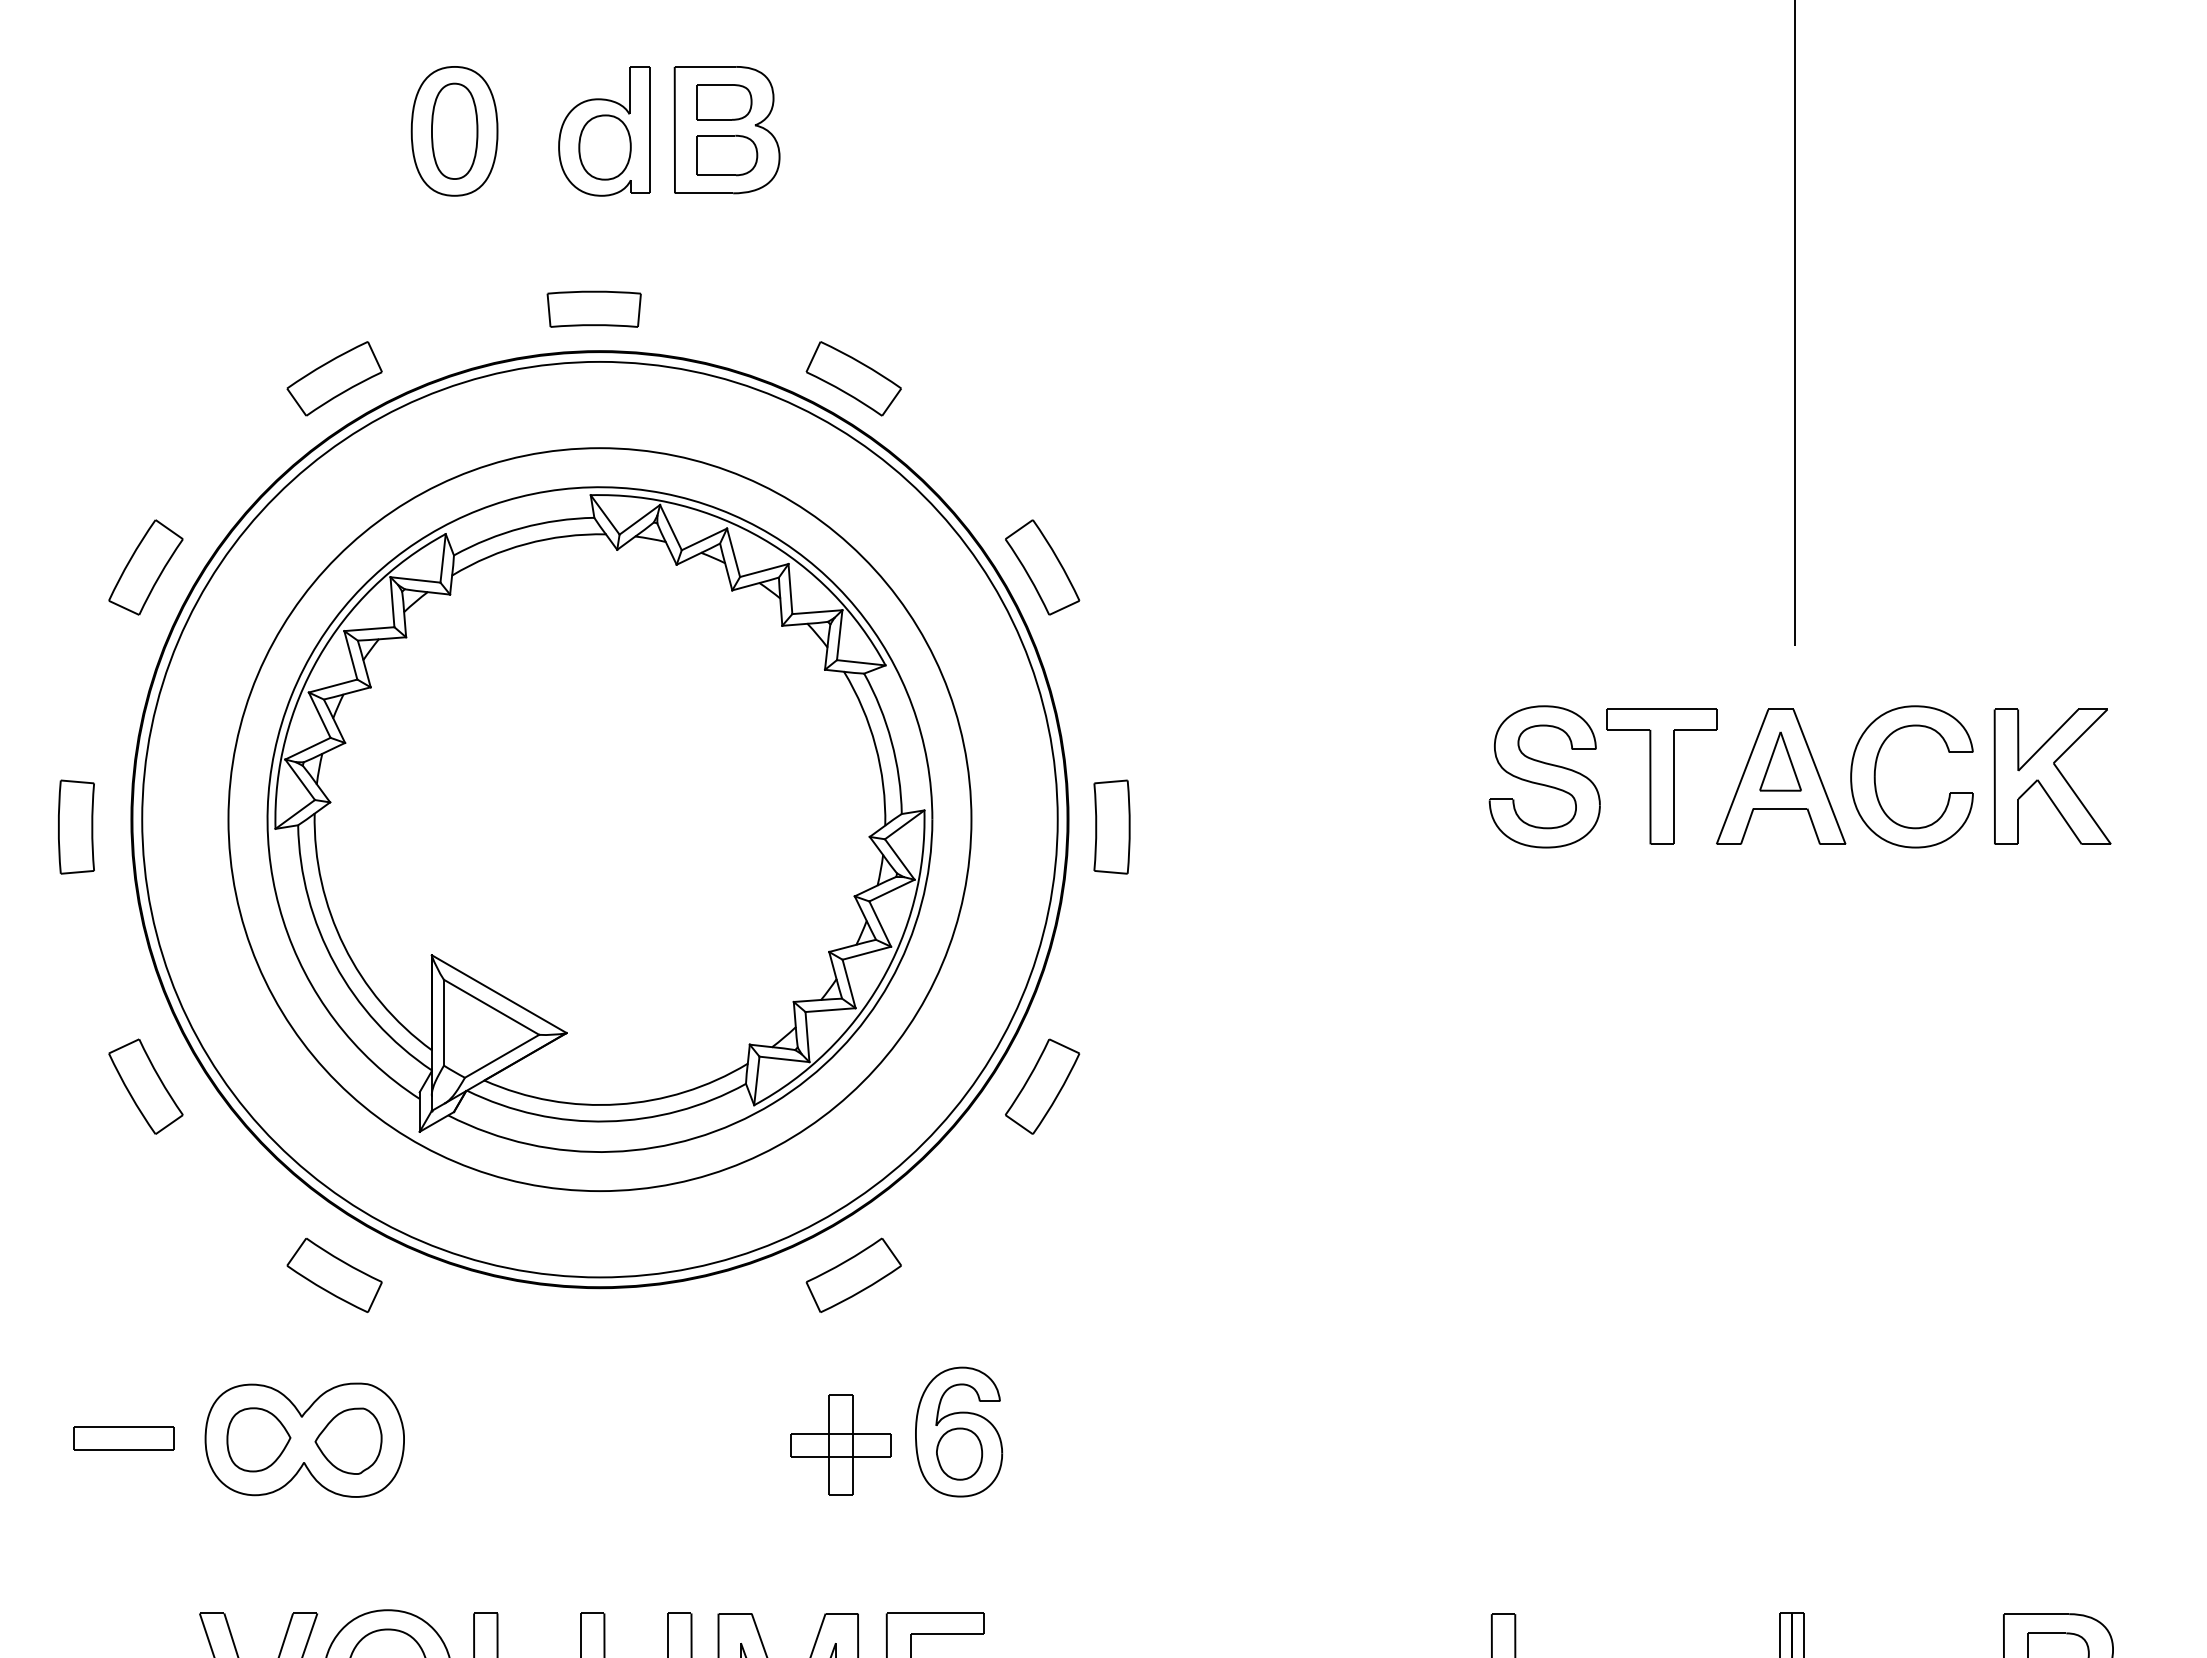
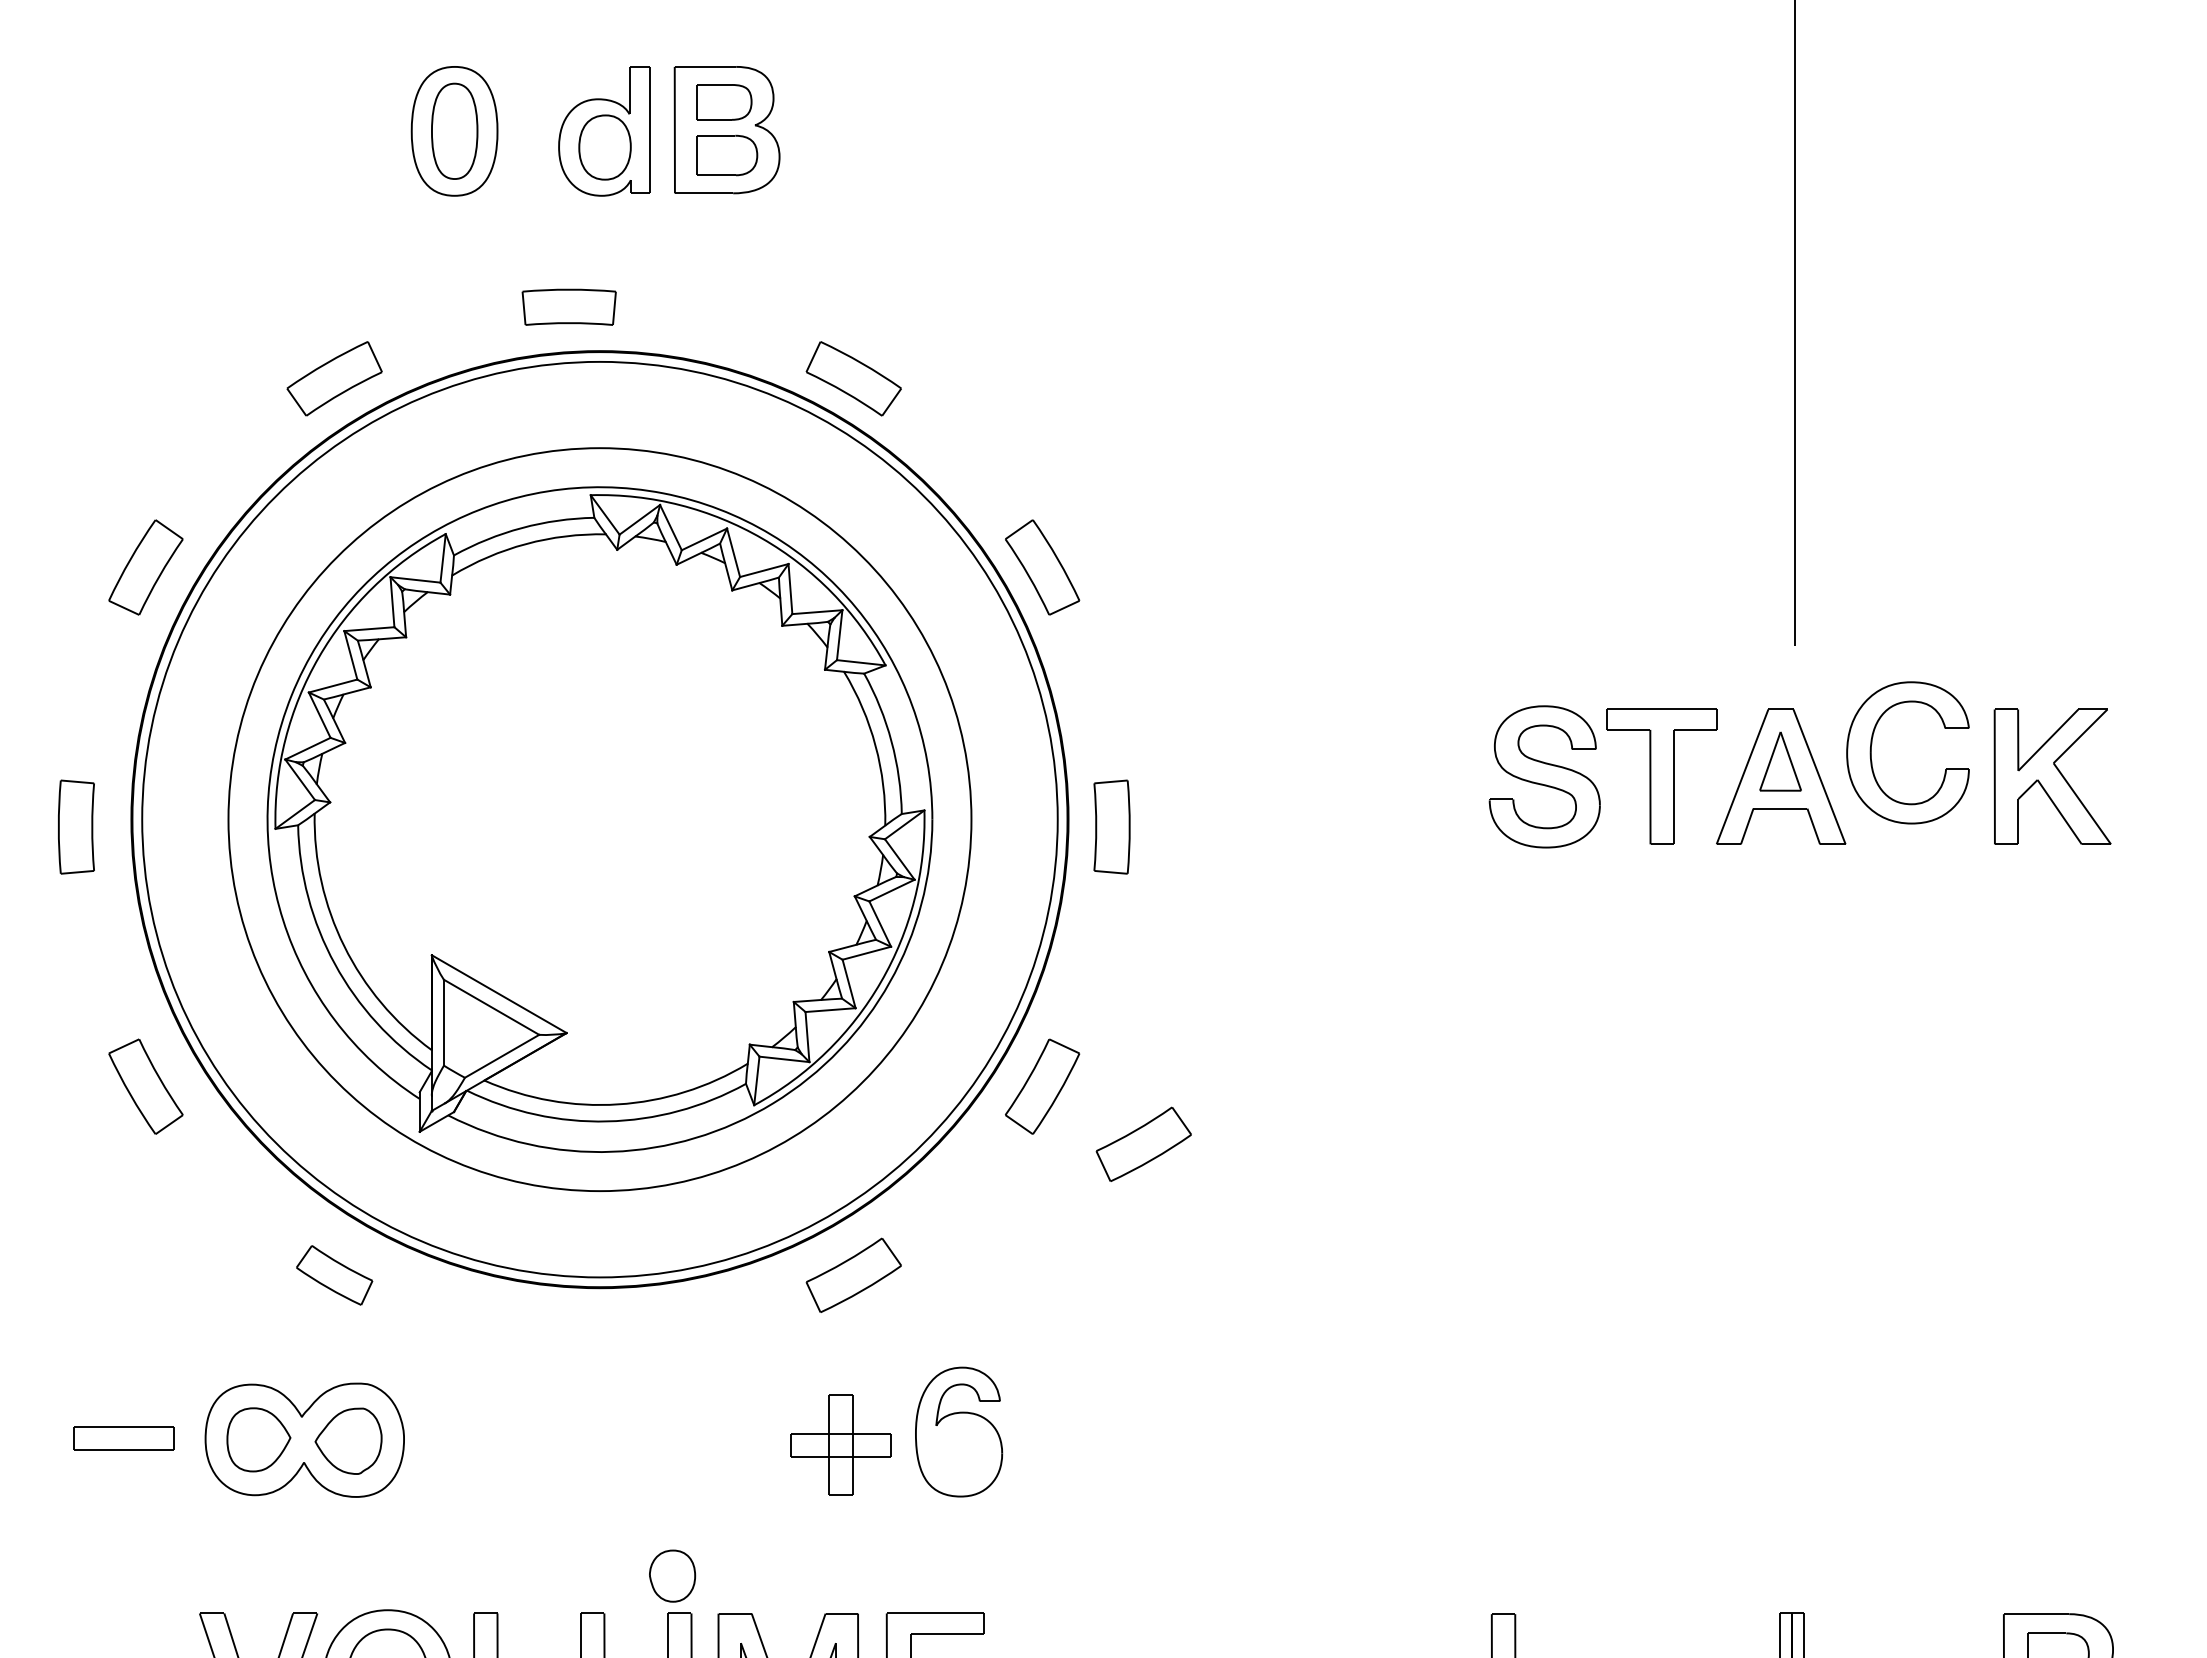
part at (593, 308) position: (593, 308) -> (568, 306)
part at (1876, 768) position: (1876, 768) -> (1872, 744)
part at (1143, 1143): none -> present
part at (334, 1275) size: 97x75 px -> 78x61 px
part at (959, 1453) position: (959, 1453) -> (672, 1575)
